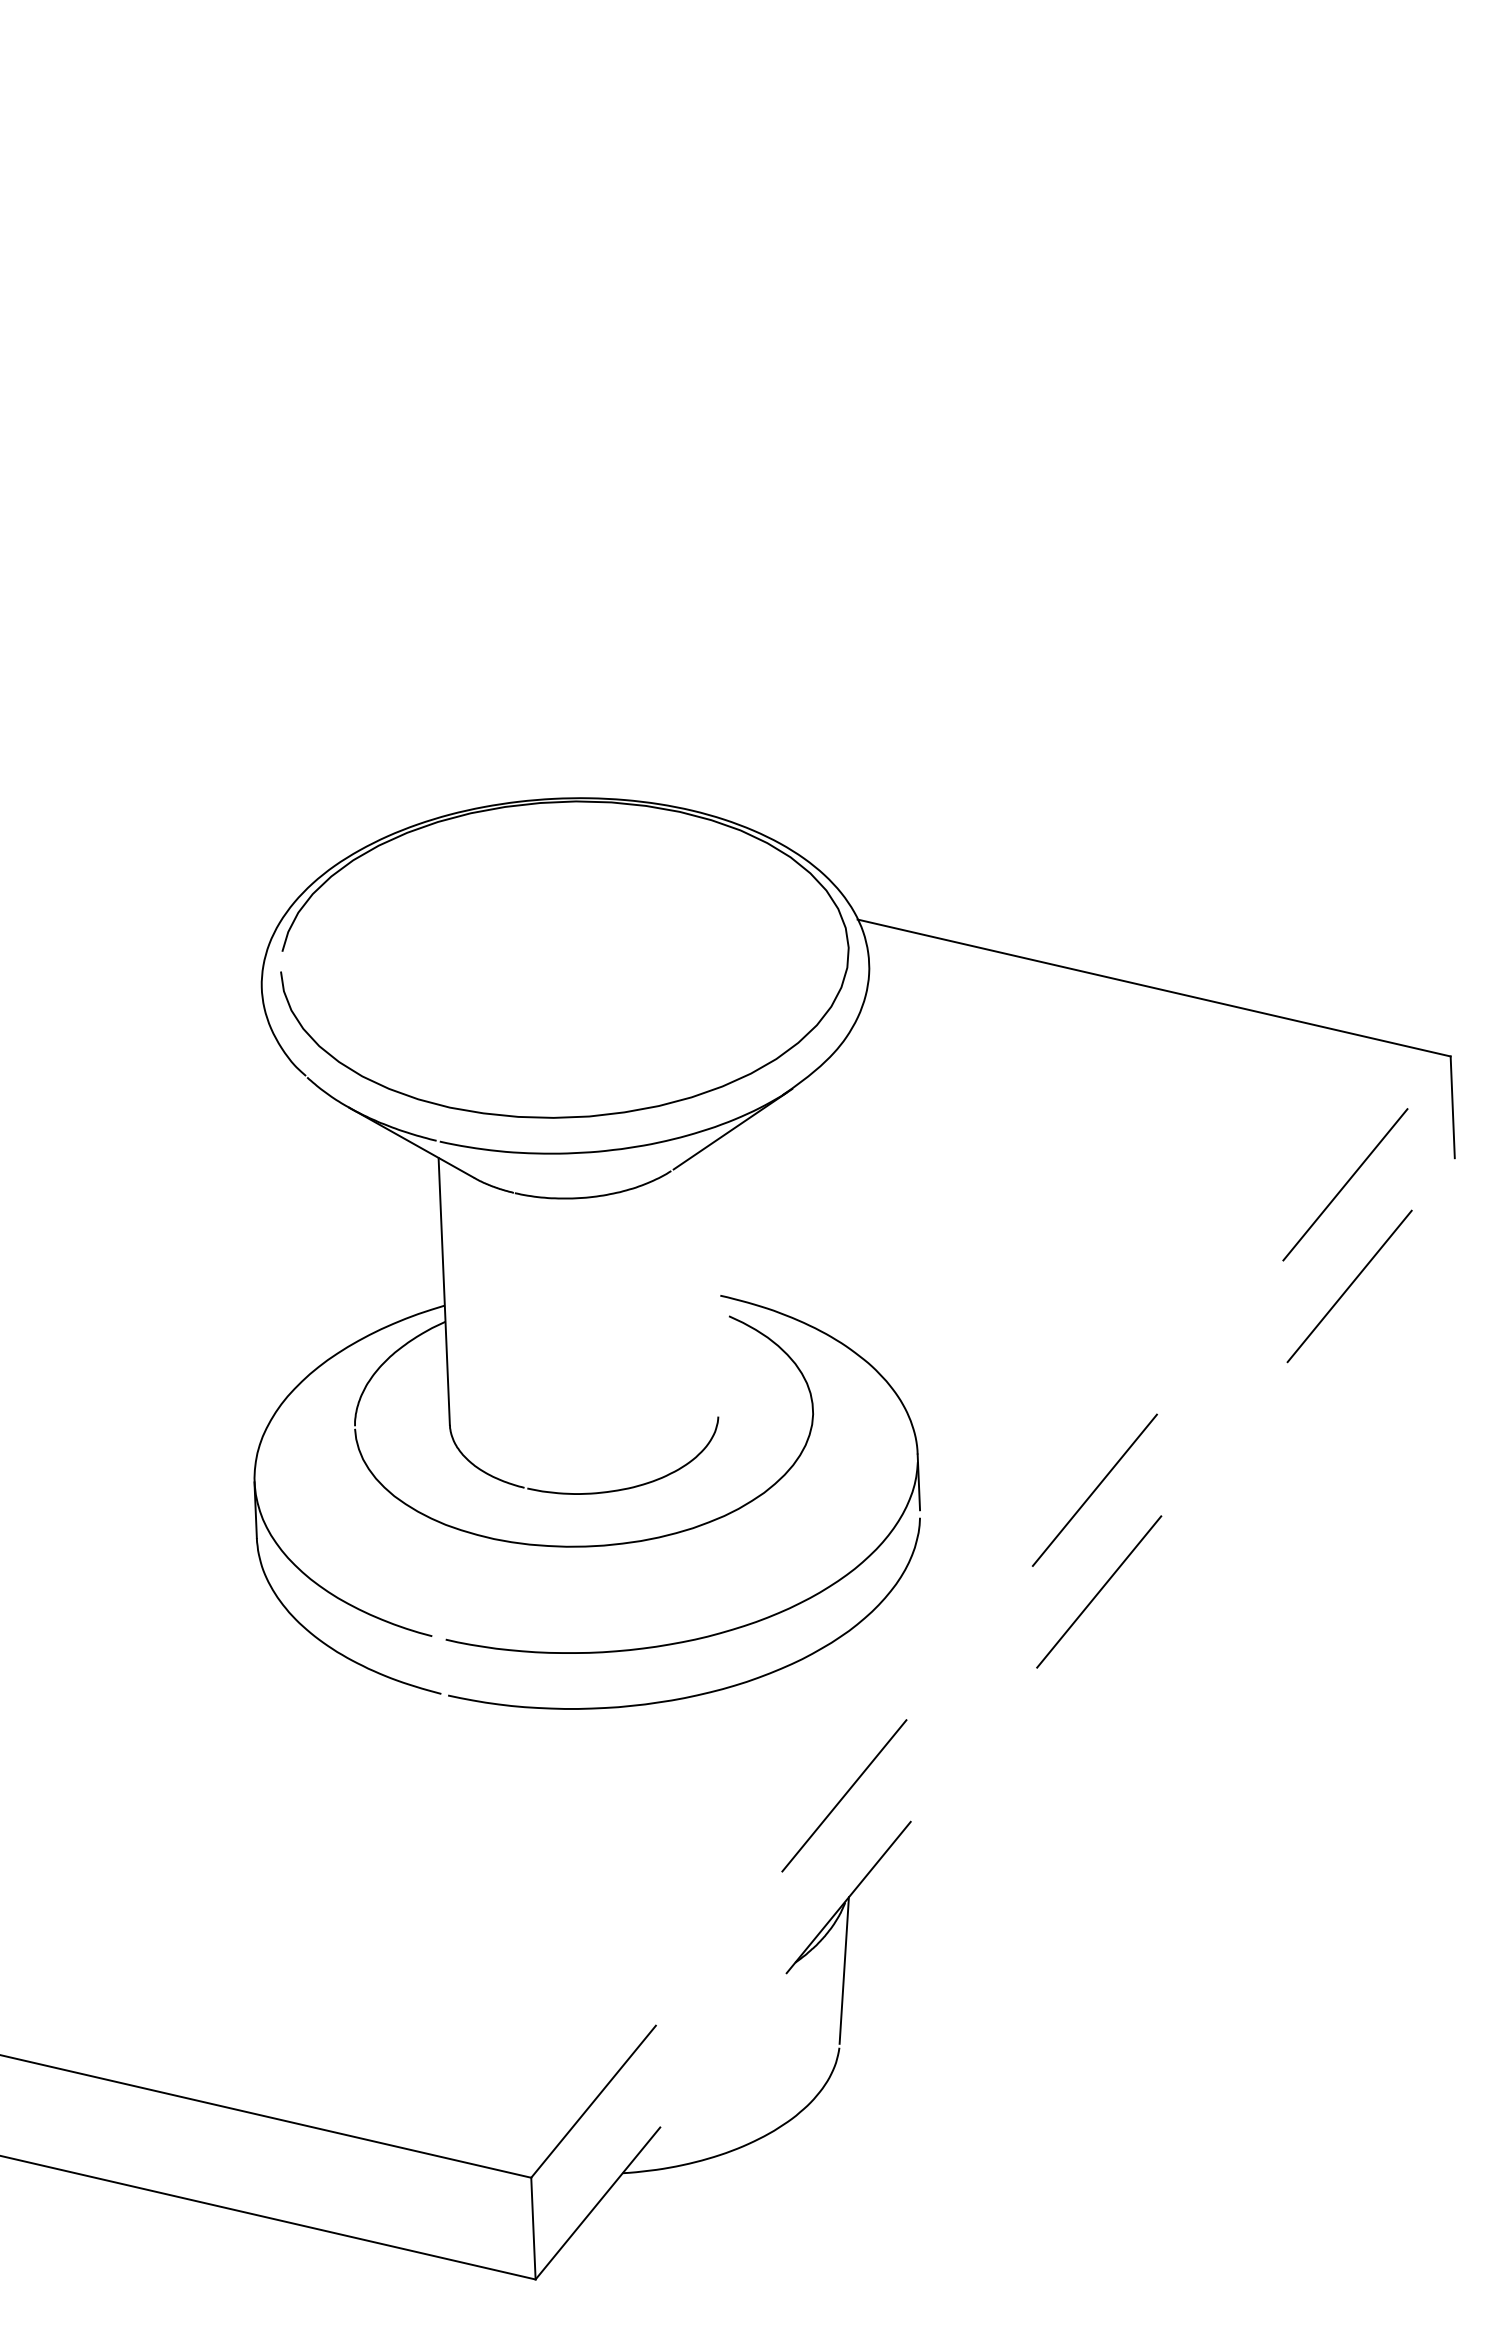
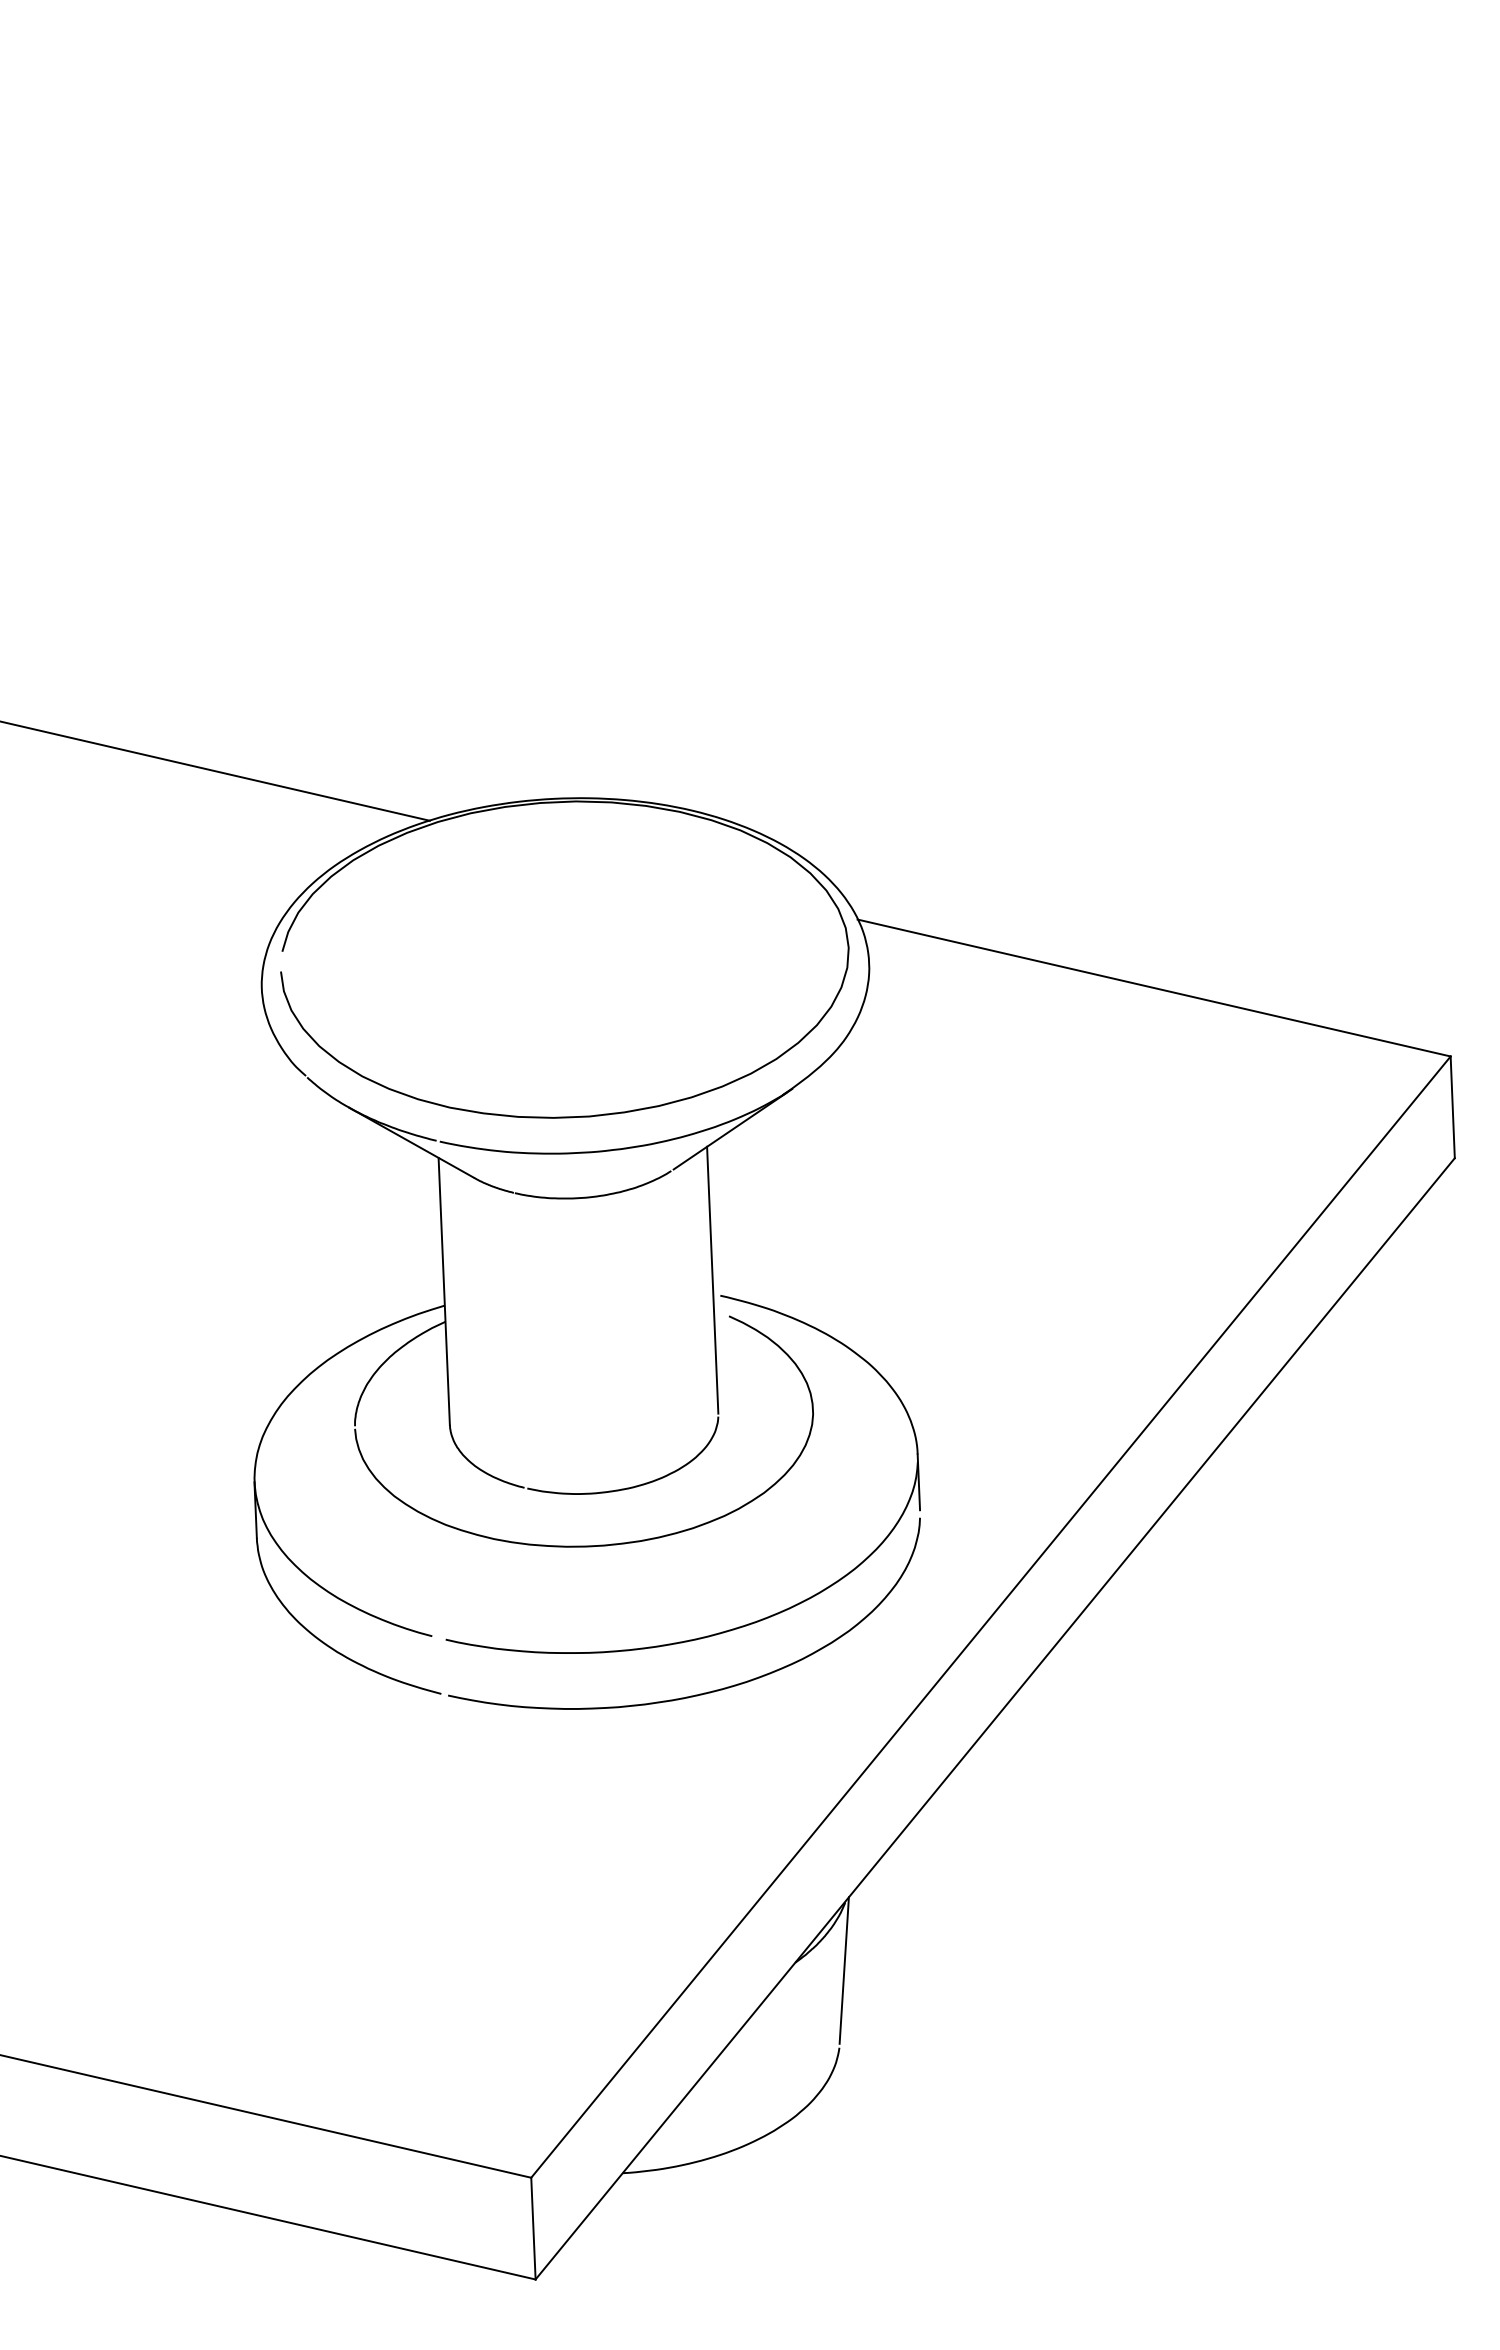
line at (215, 770): none -> present
line at (712, 1279): none -> present
line at (991, 1616): dashed -> solid
line at (995, 1718): dashed -> solid
